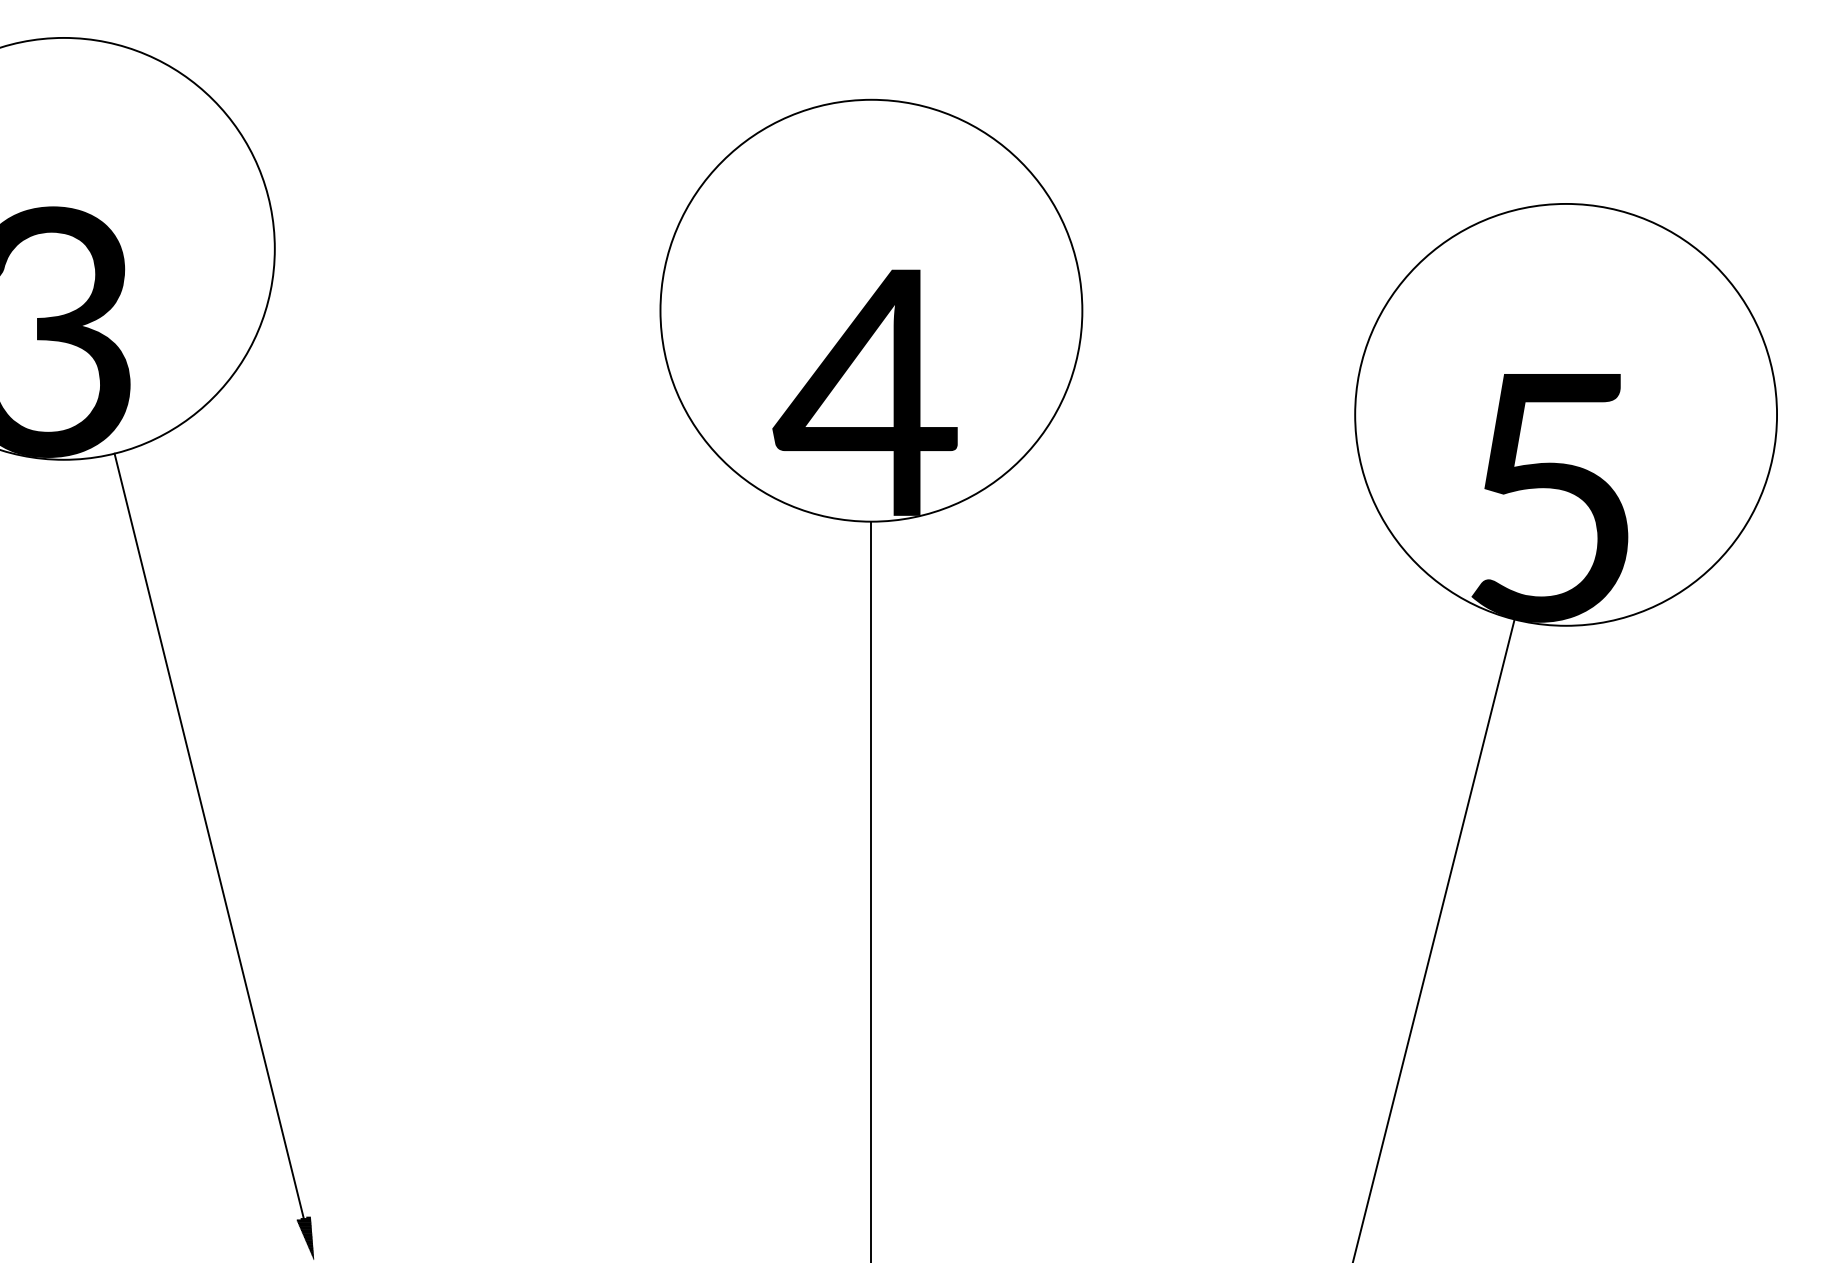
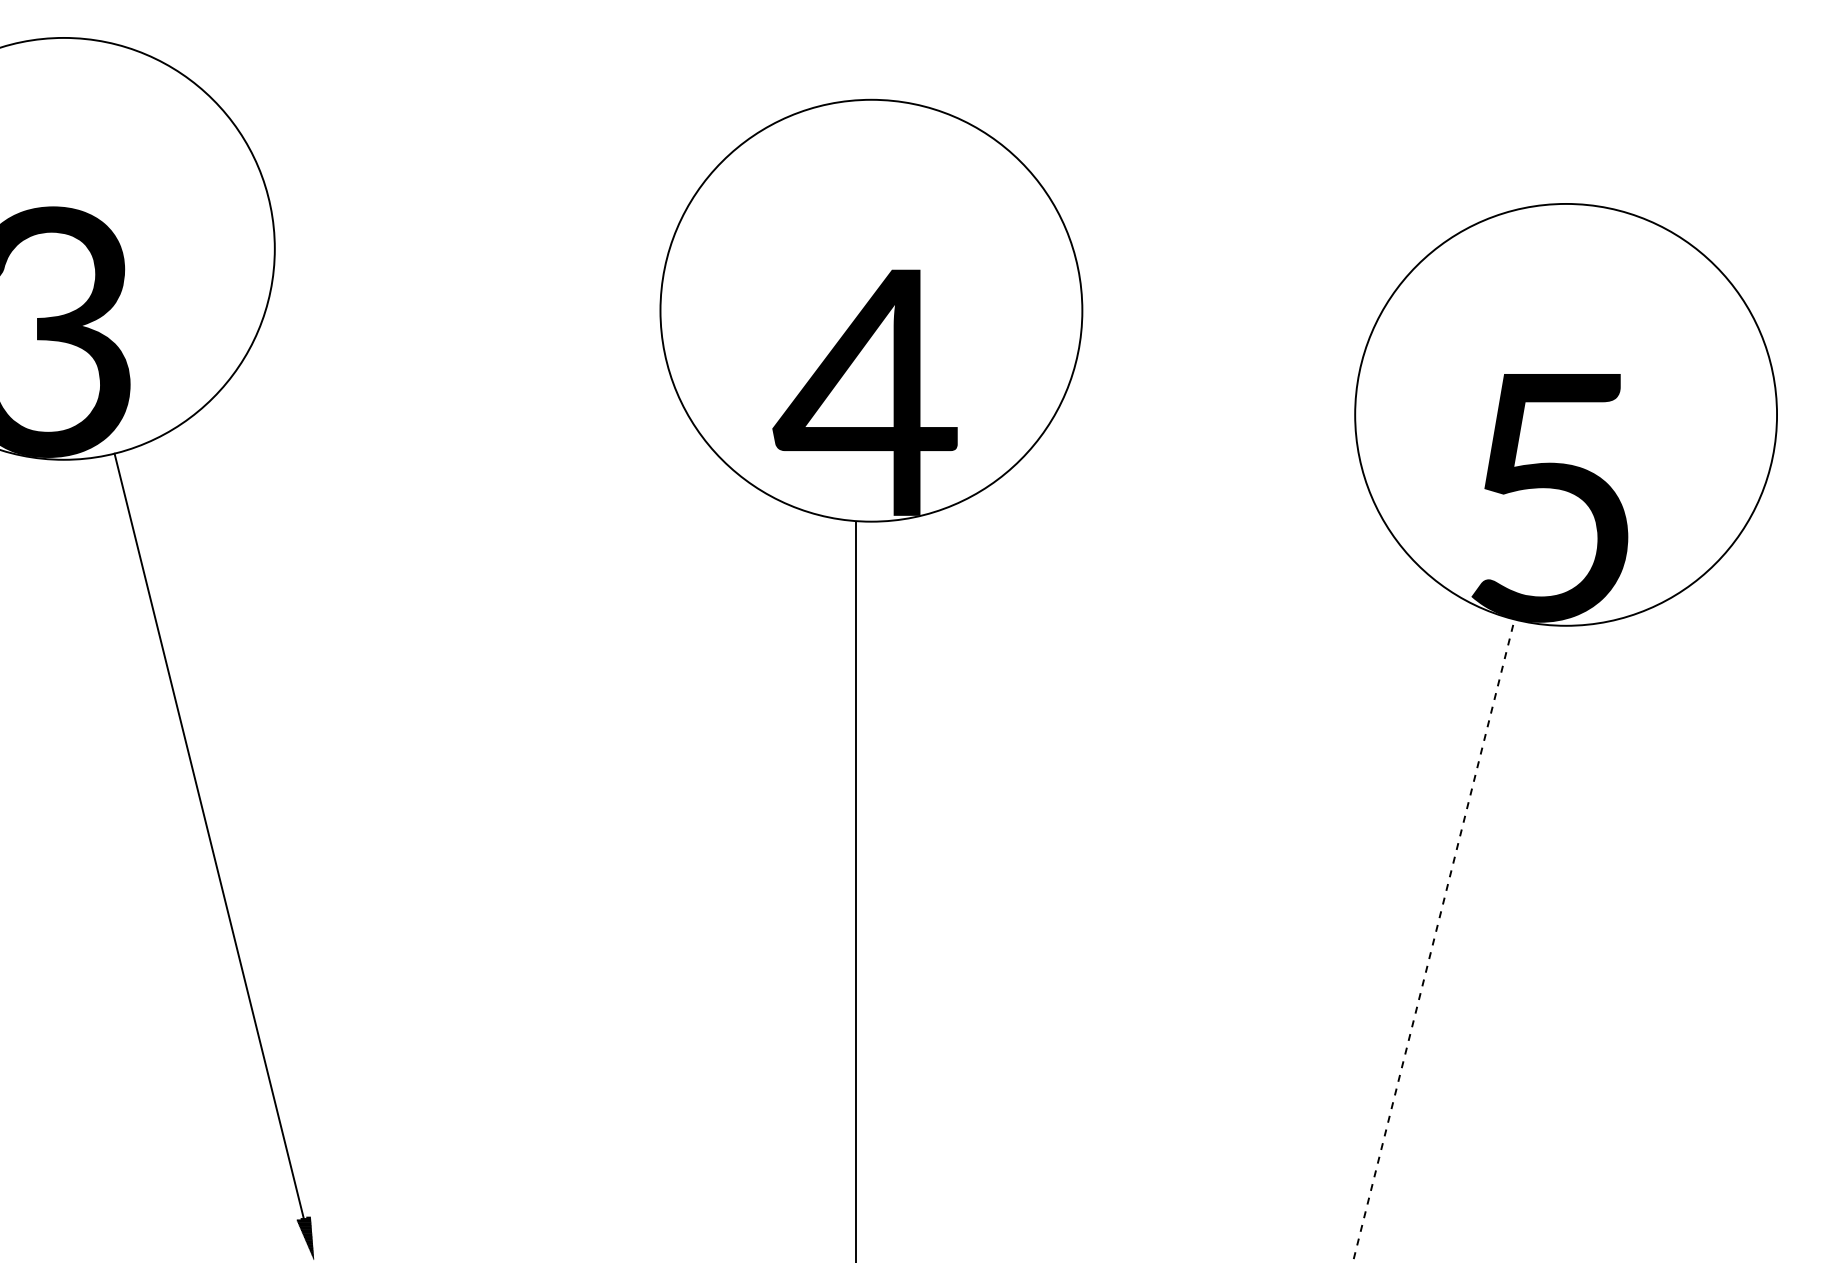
line at (871, 890) position: (871, 890) -> (856, 890)
line at (1433, 940): solid -> dashed
